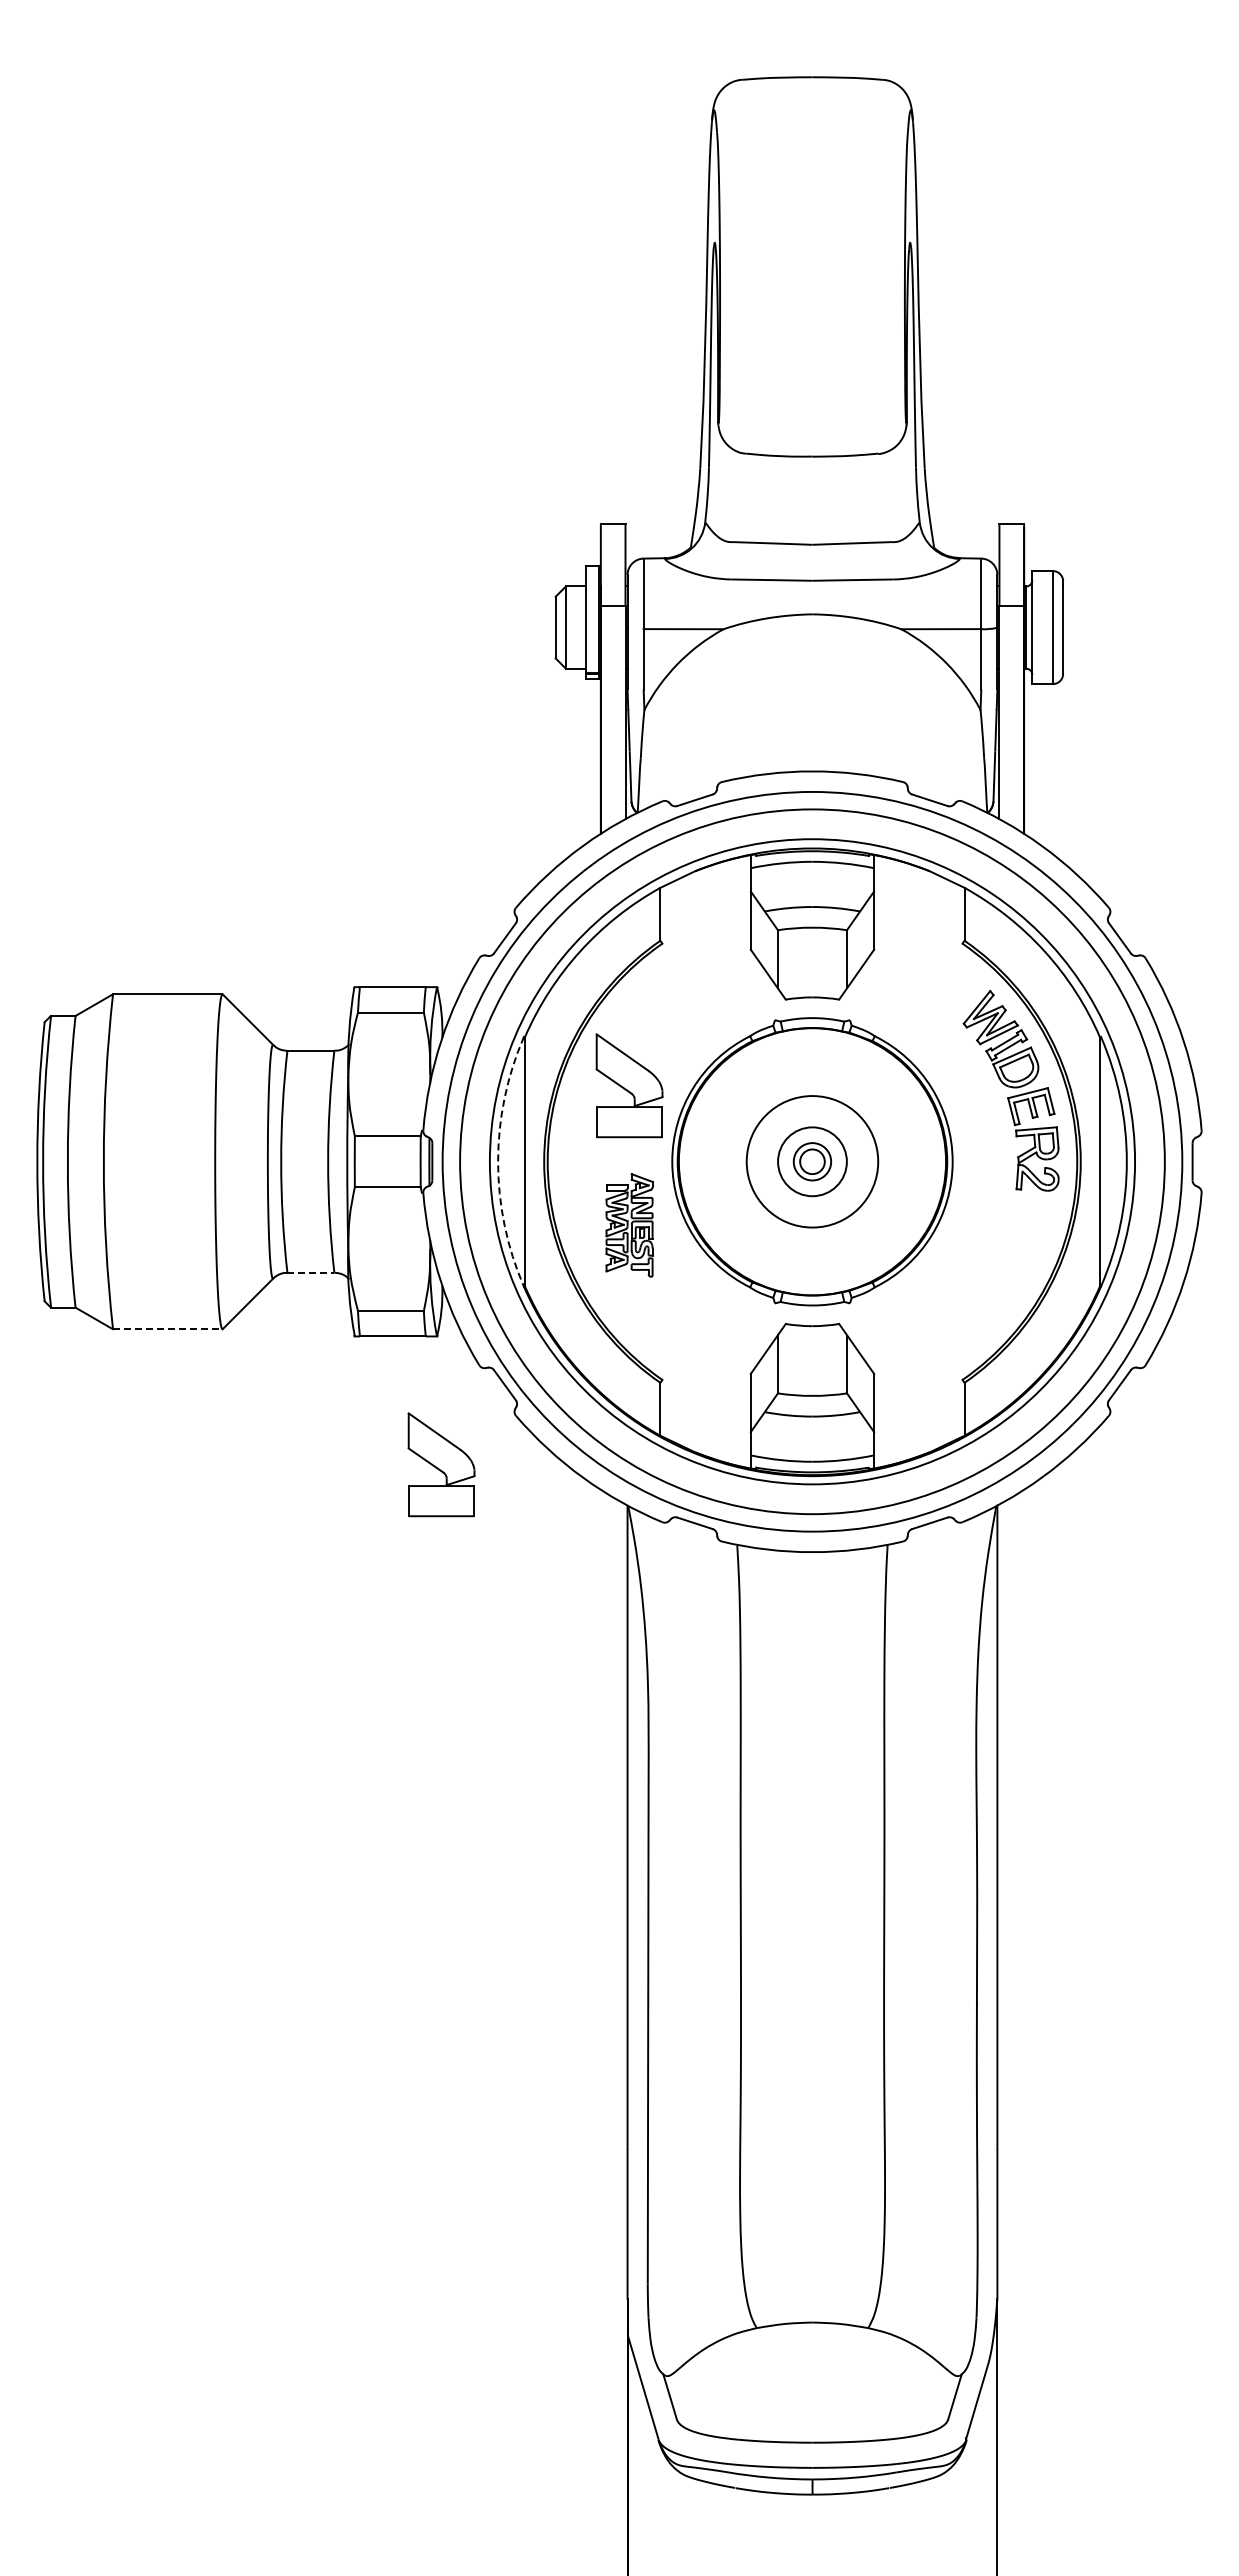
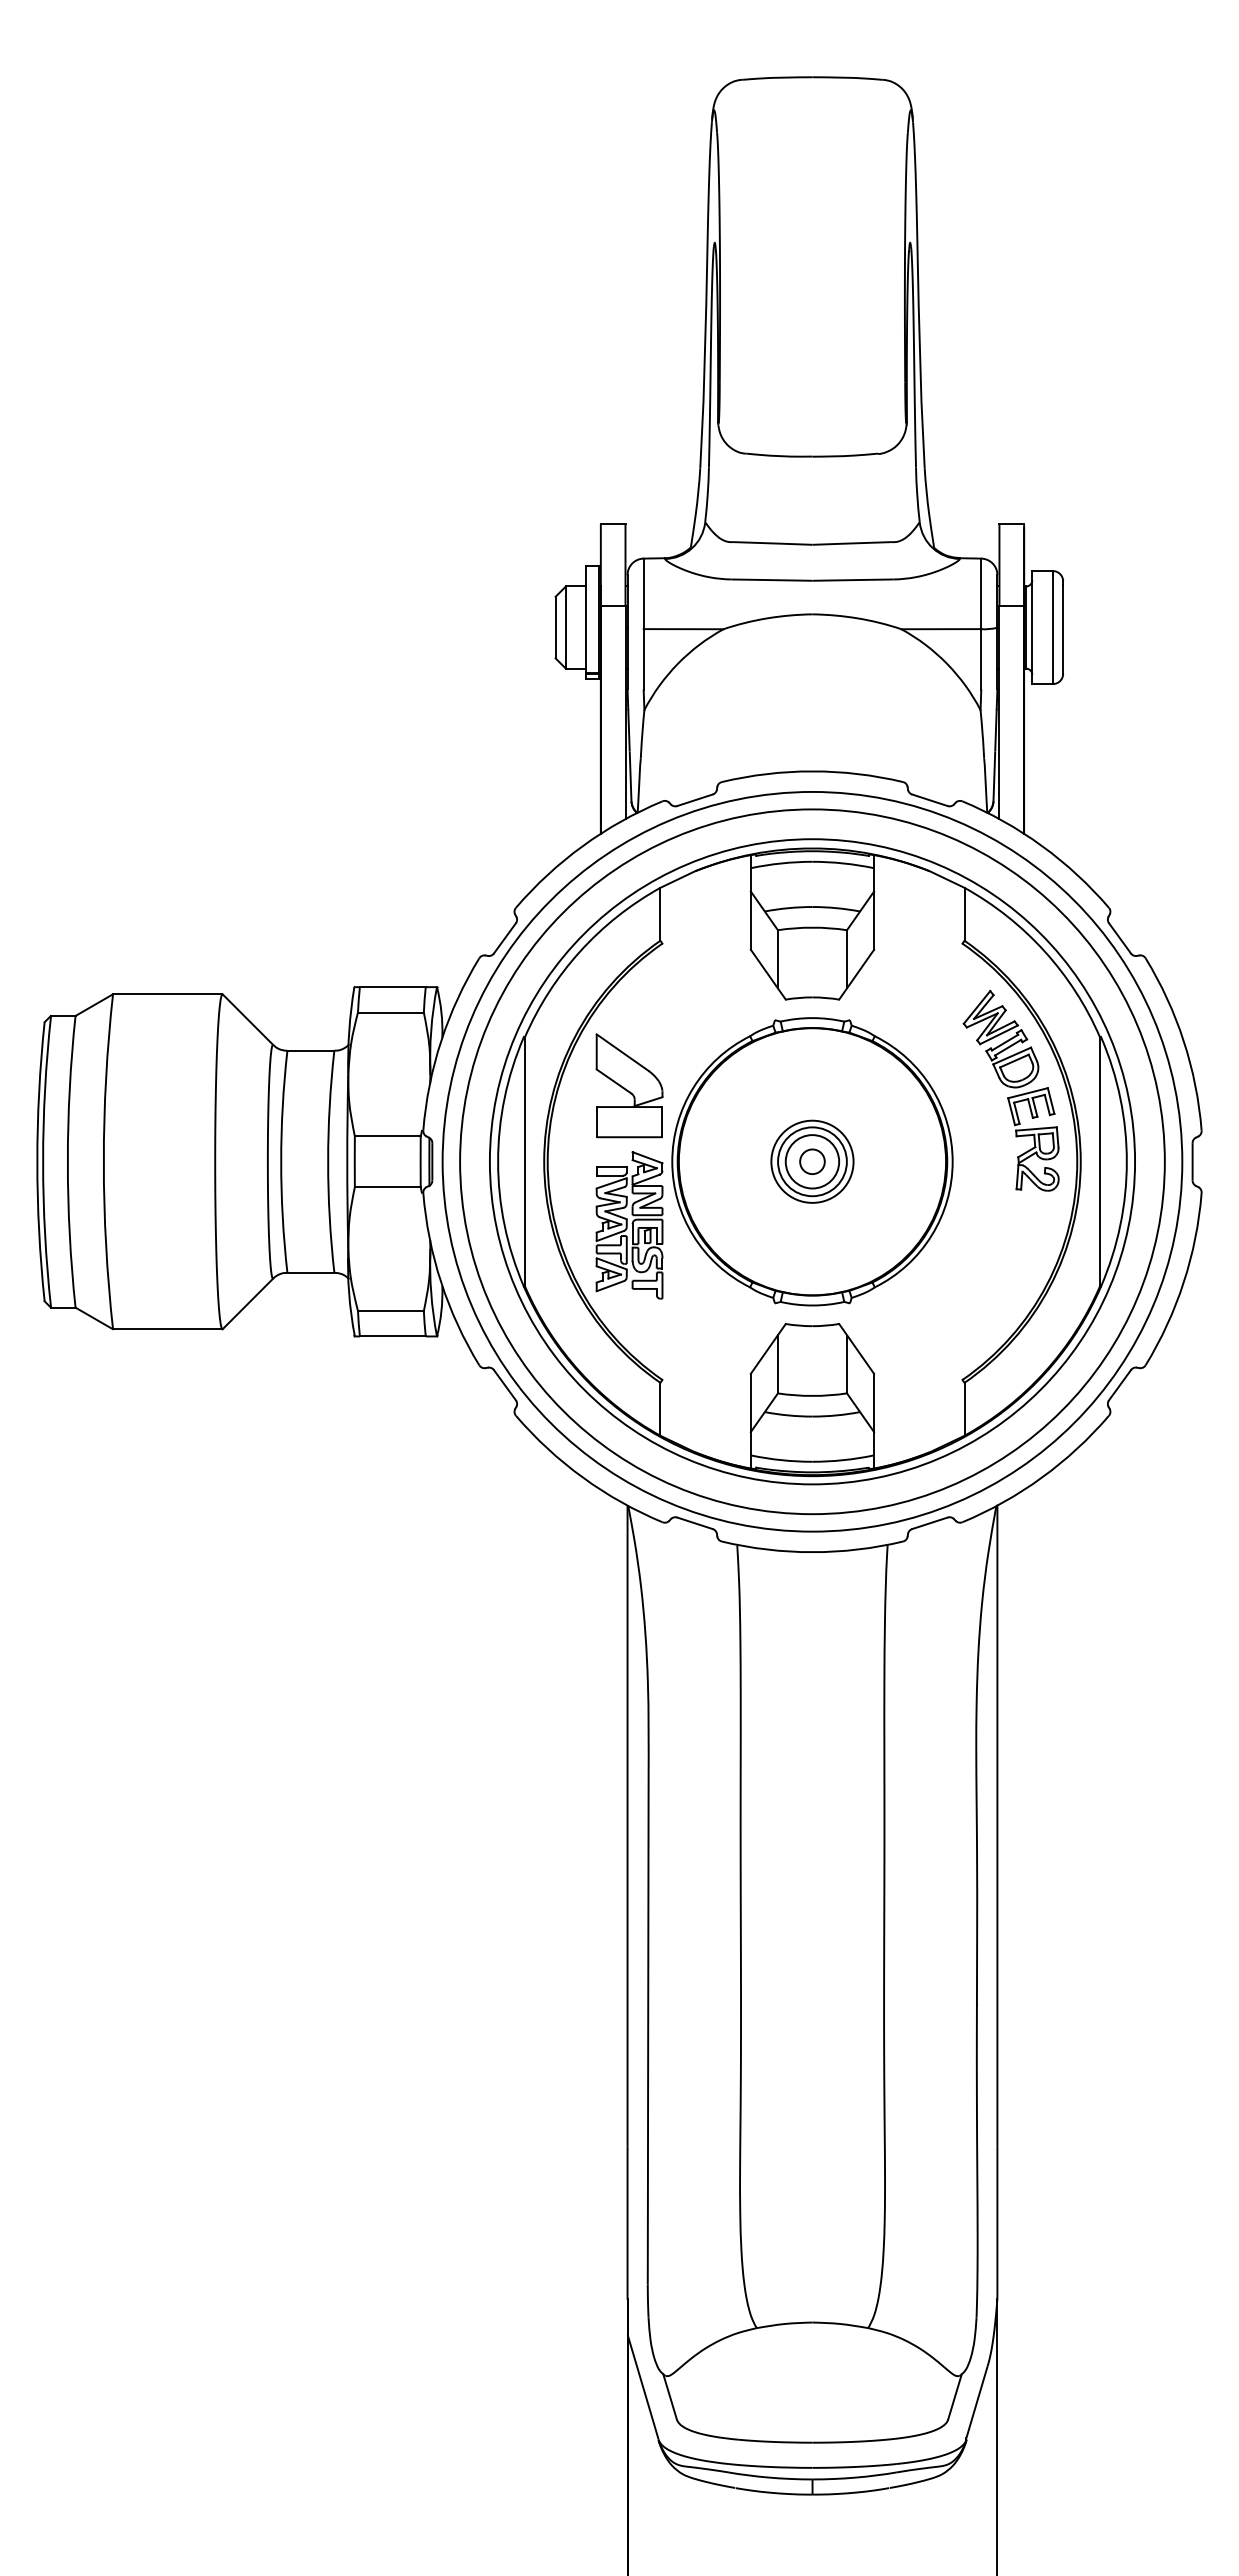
arc at (498, 1161): dashed -> solid
circle at (812, 1161) diameter: 132 px -> 82 px
circle at (812, 1161) diameter: 37 px -> 53 px
part at (629, 1225) size: 49x105 px -> 69x149 px
line at (311, 1272): dashed -> solid
line at (167, 1329): dashed -> solid
part at (441, 1464): present -> none
